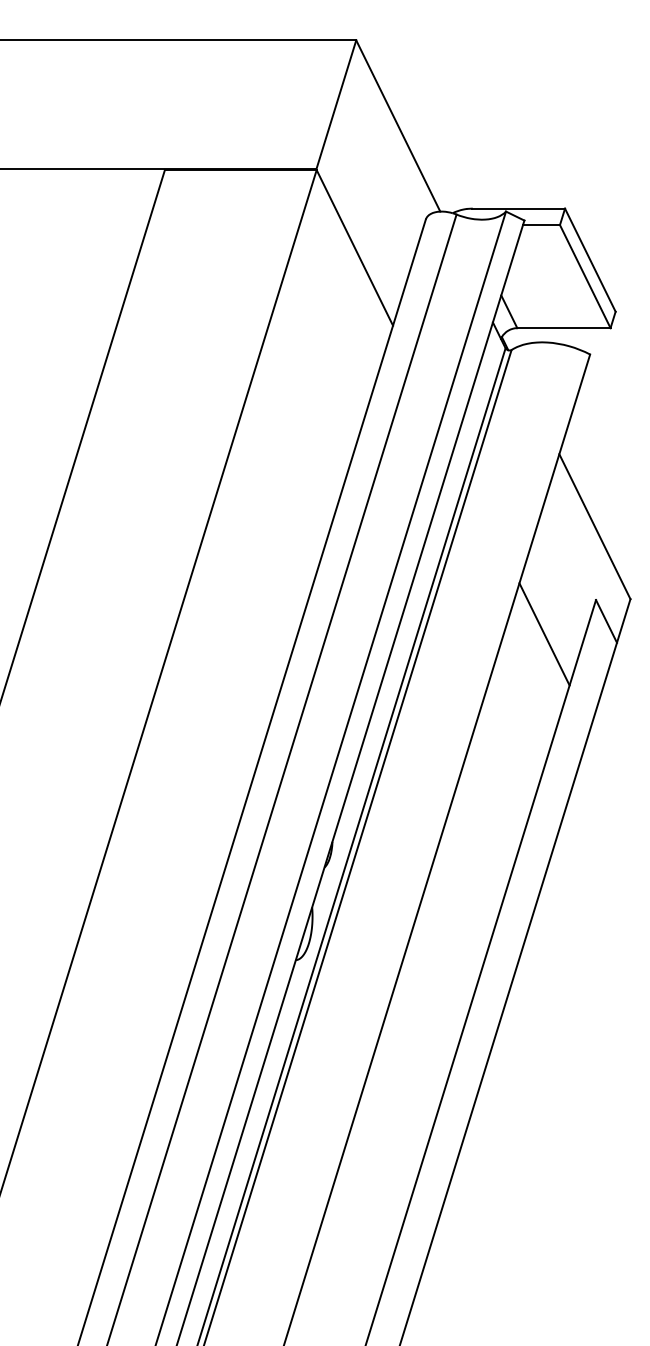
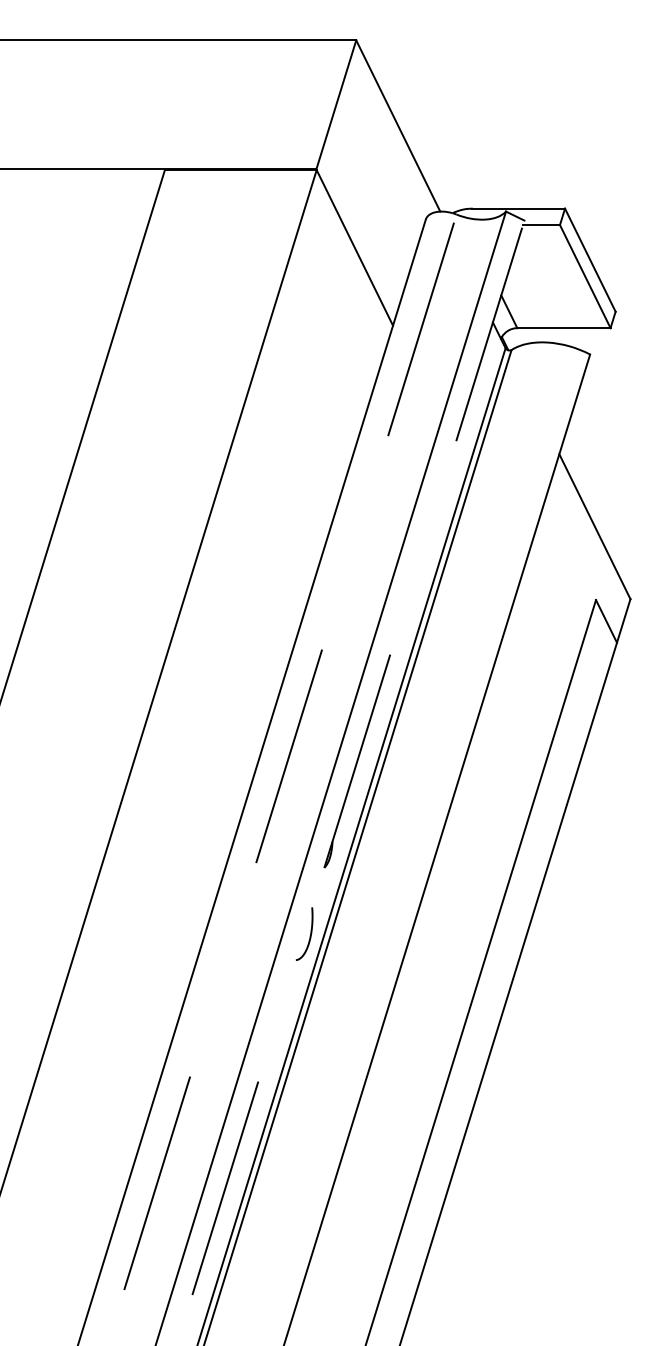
line at (544, 634): present -> none
line at (281, 780): solid -> dashed
line at (350, 783): solid -> dashed
